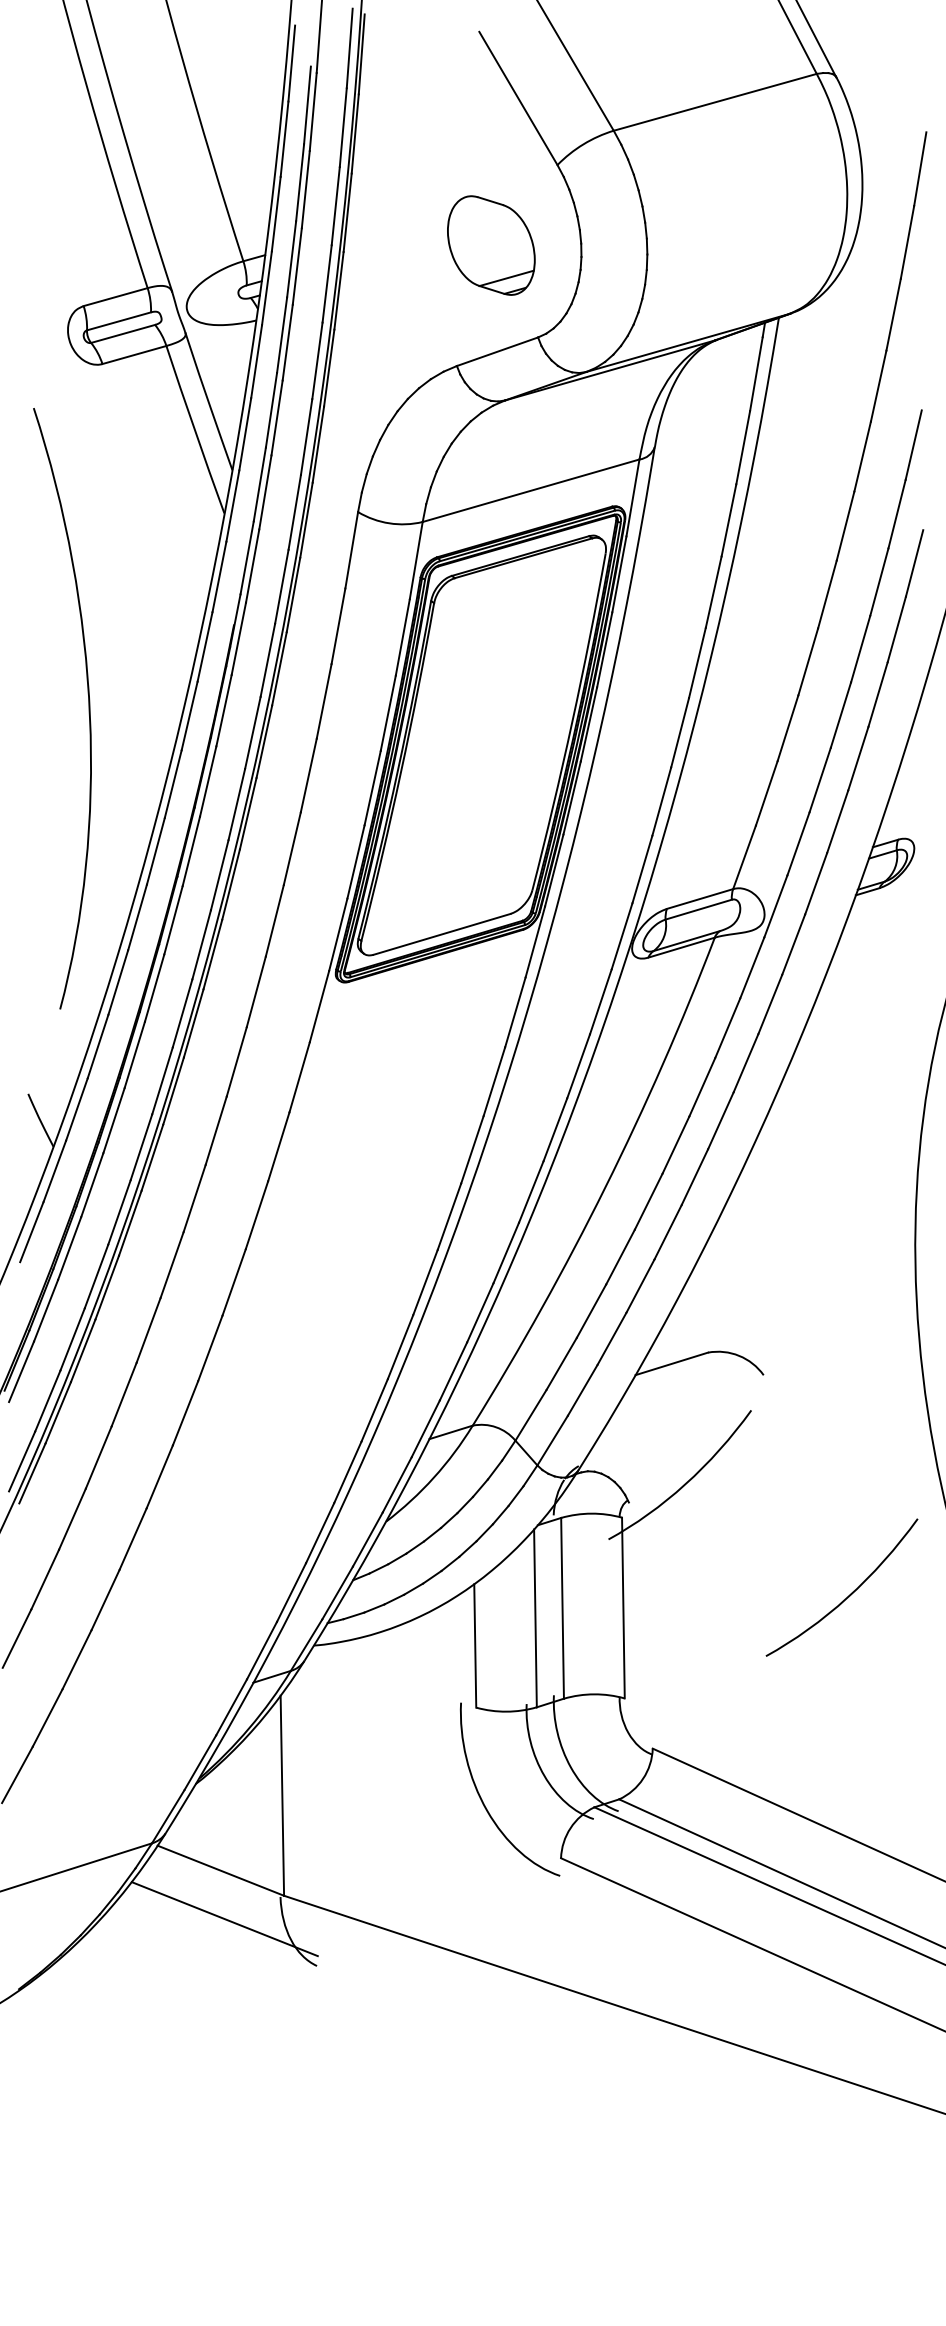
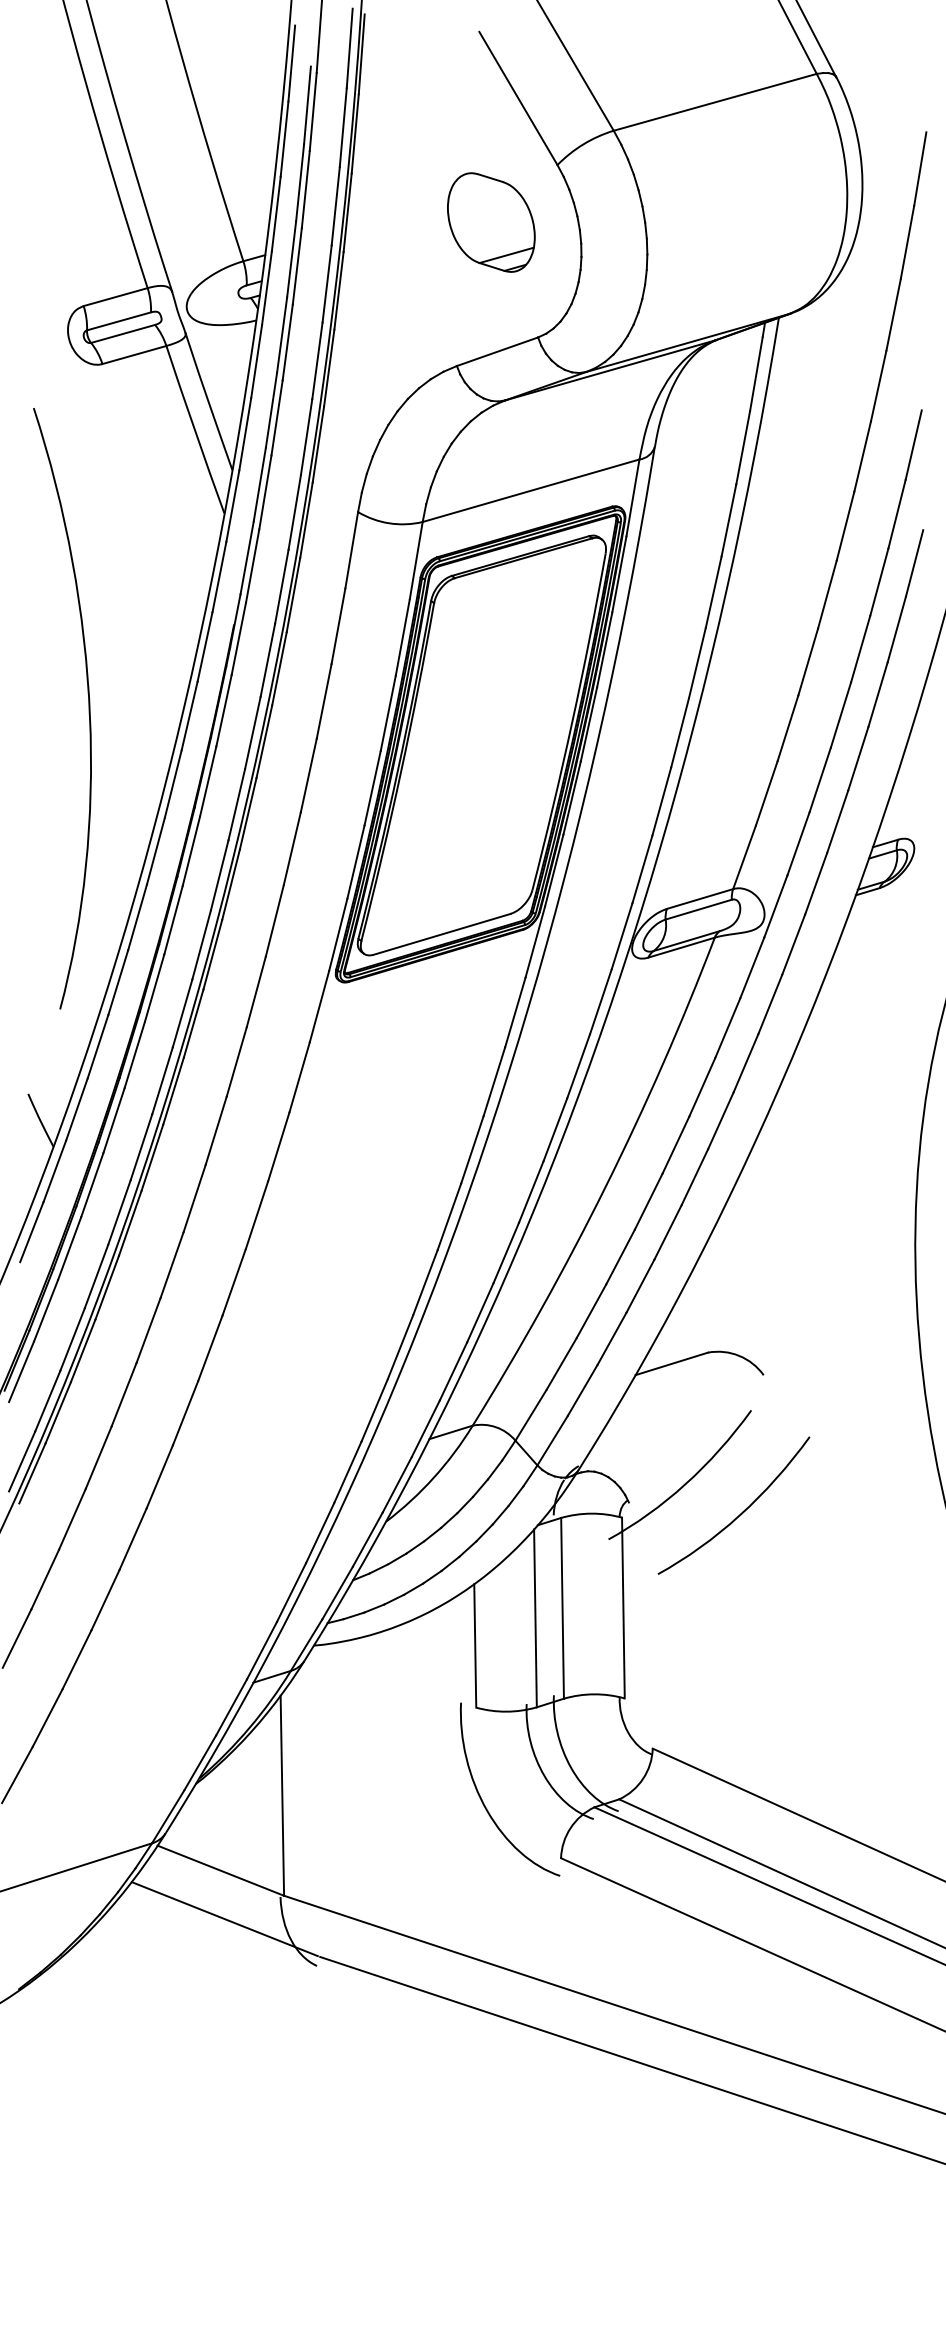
part at (491, 245) position: (491, 245) -> (491, 222)
curve at (849, 1594) position: (849, 1594) -> (741, 1512)
line at (631, 2059): none -> present
